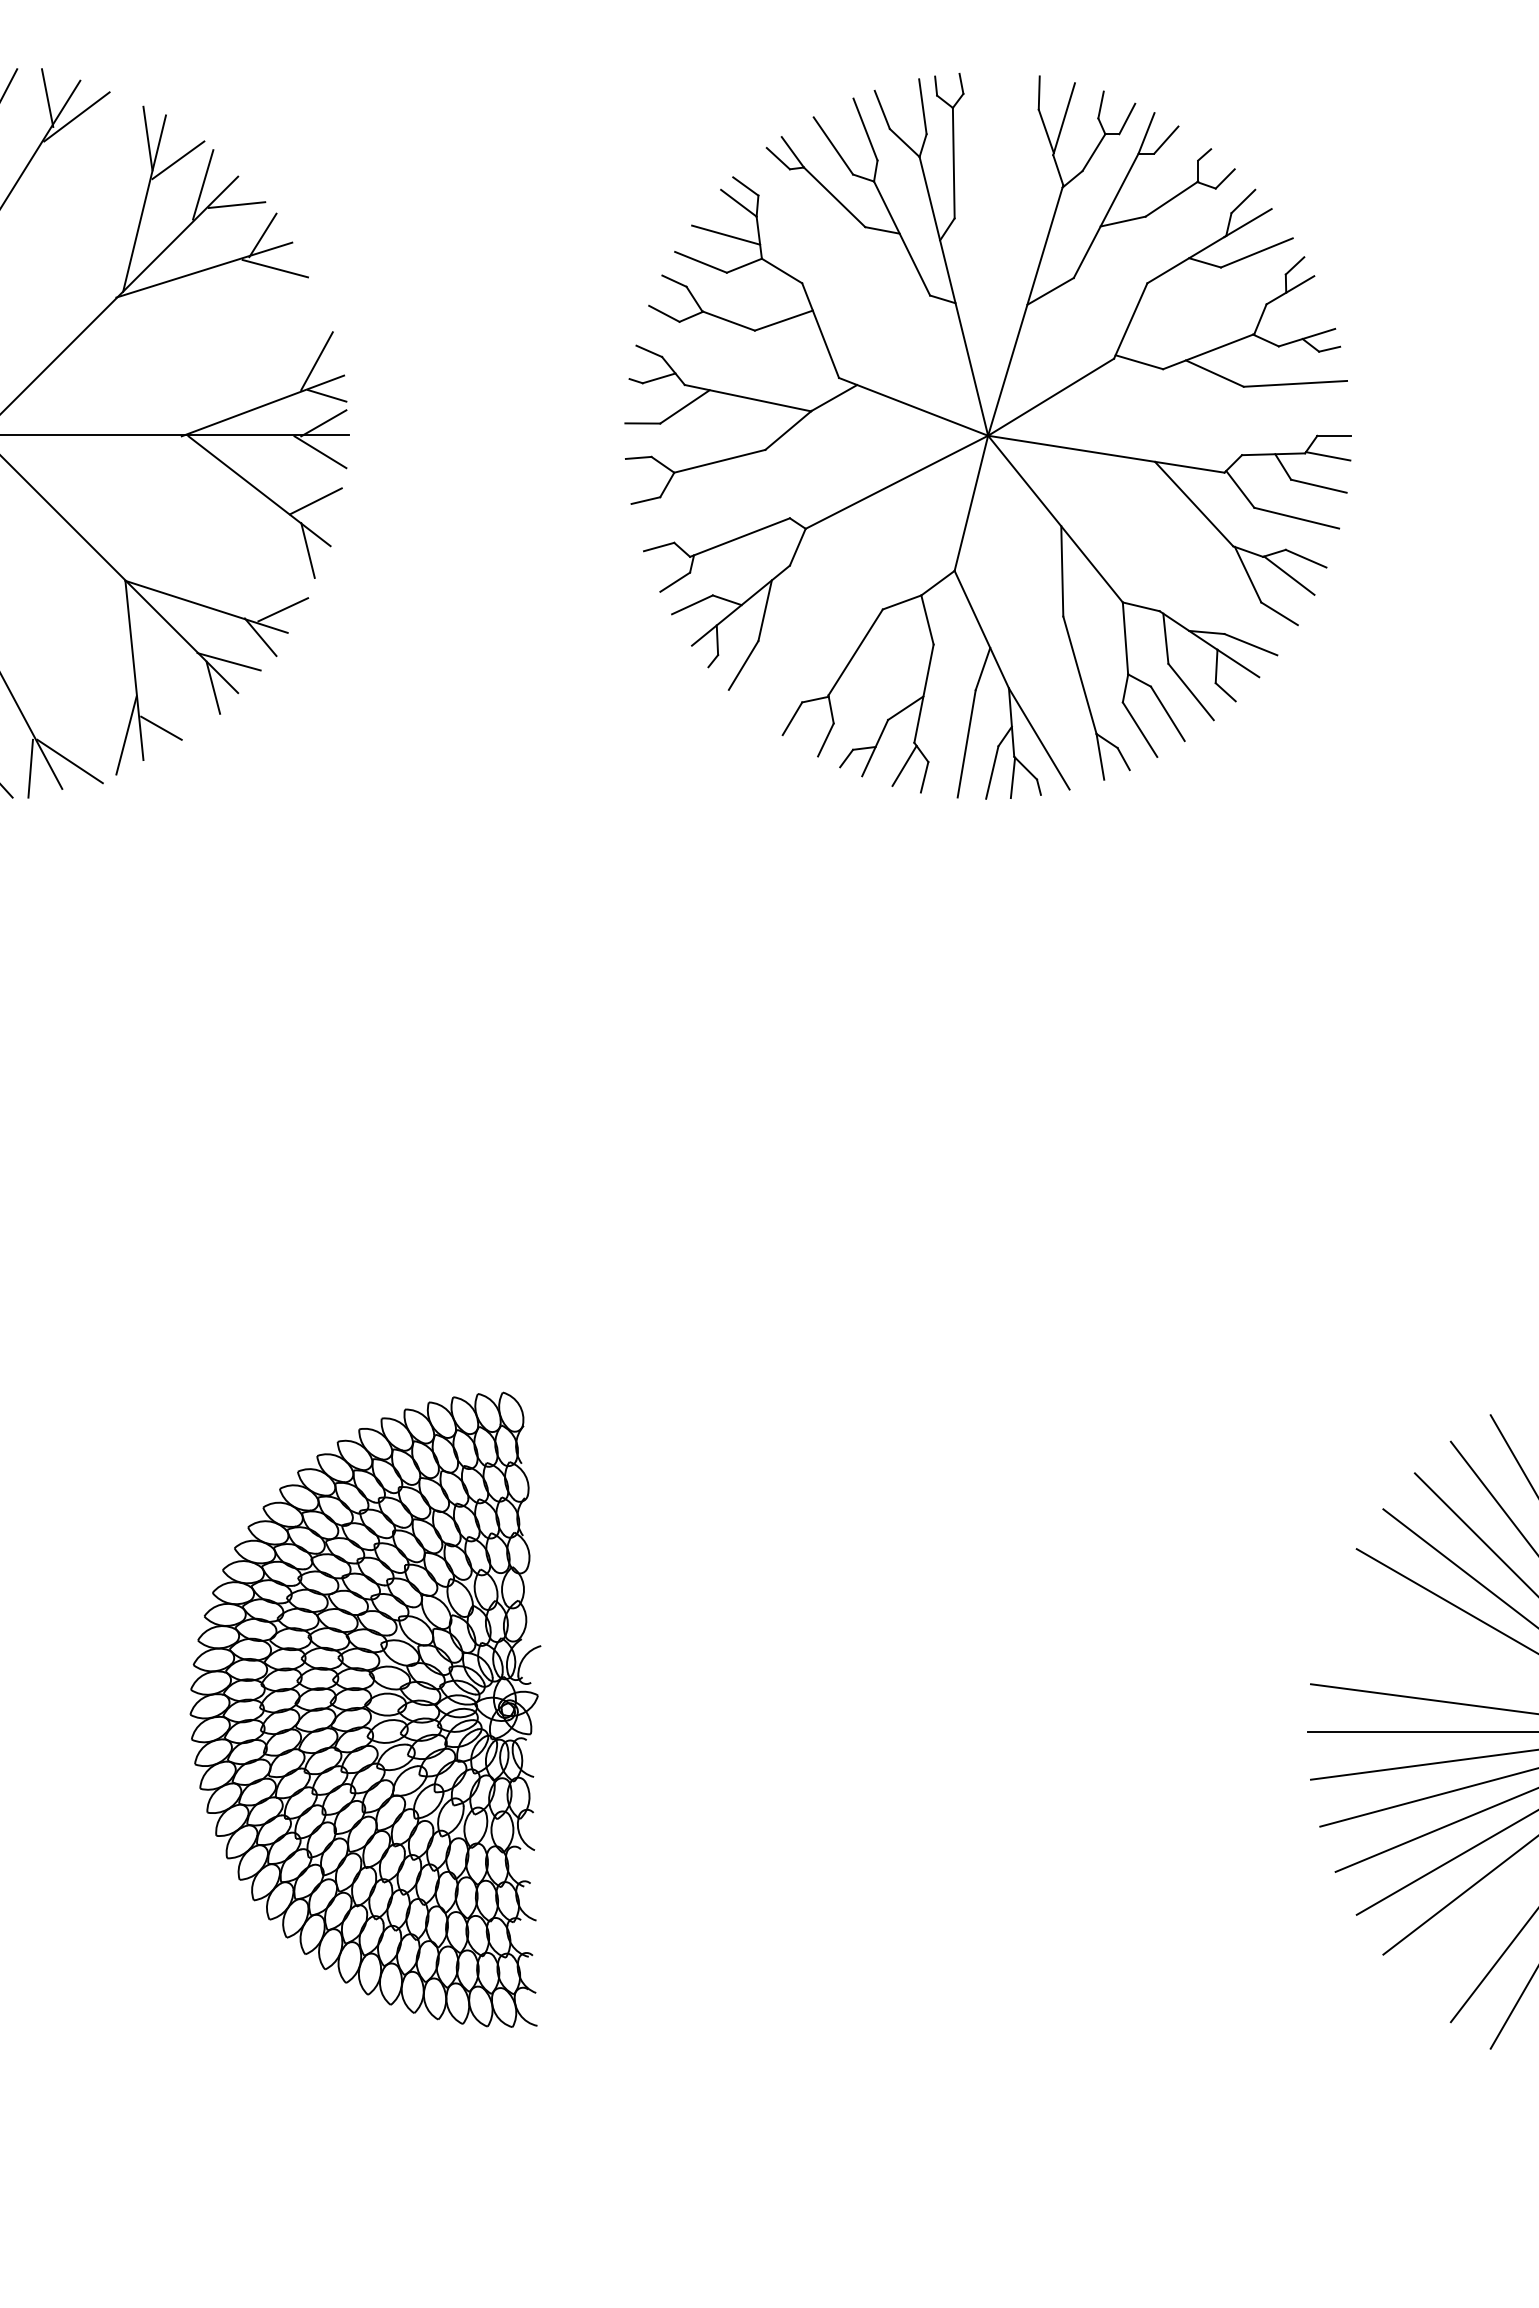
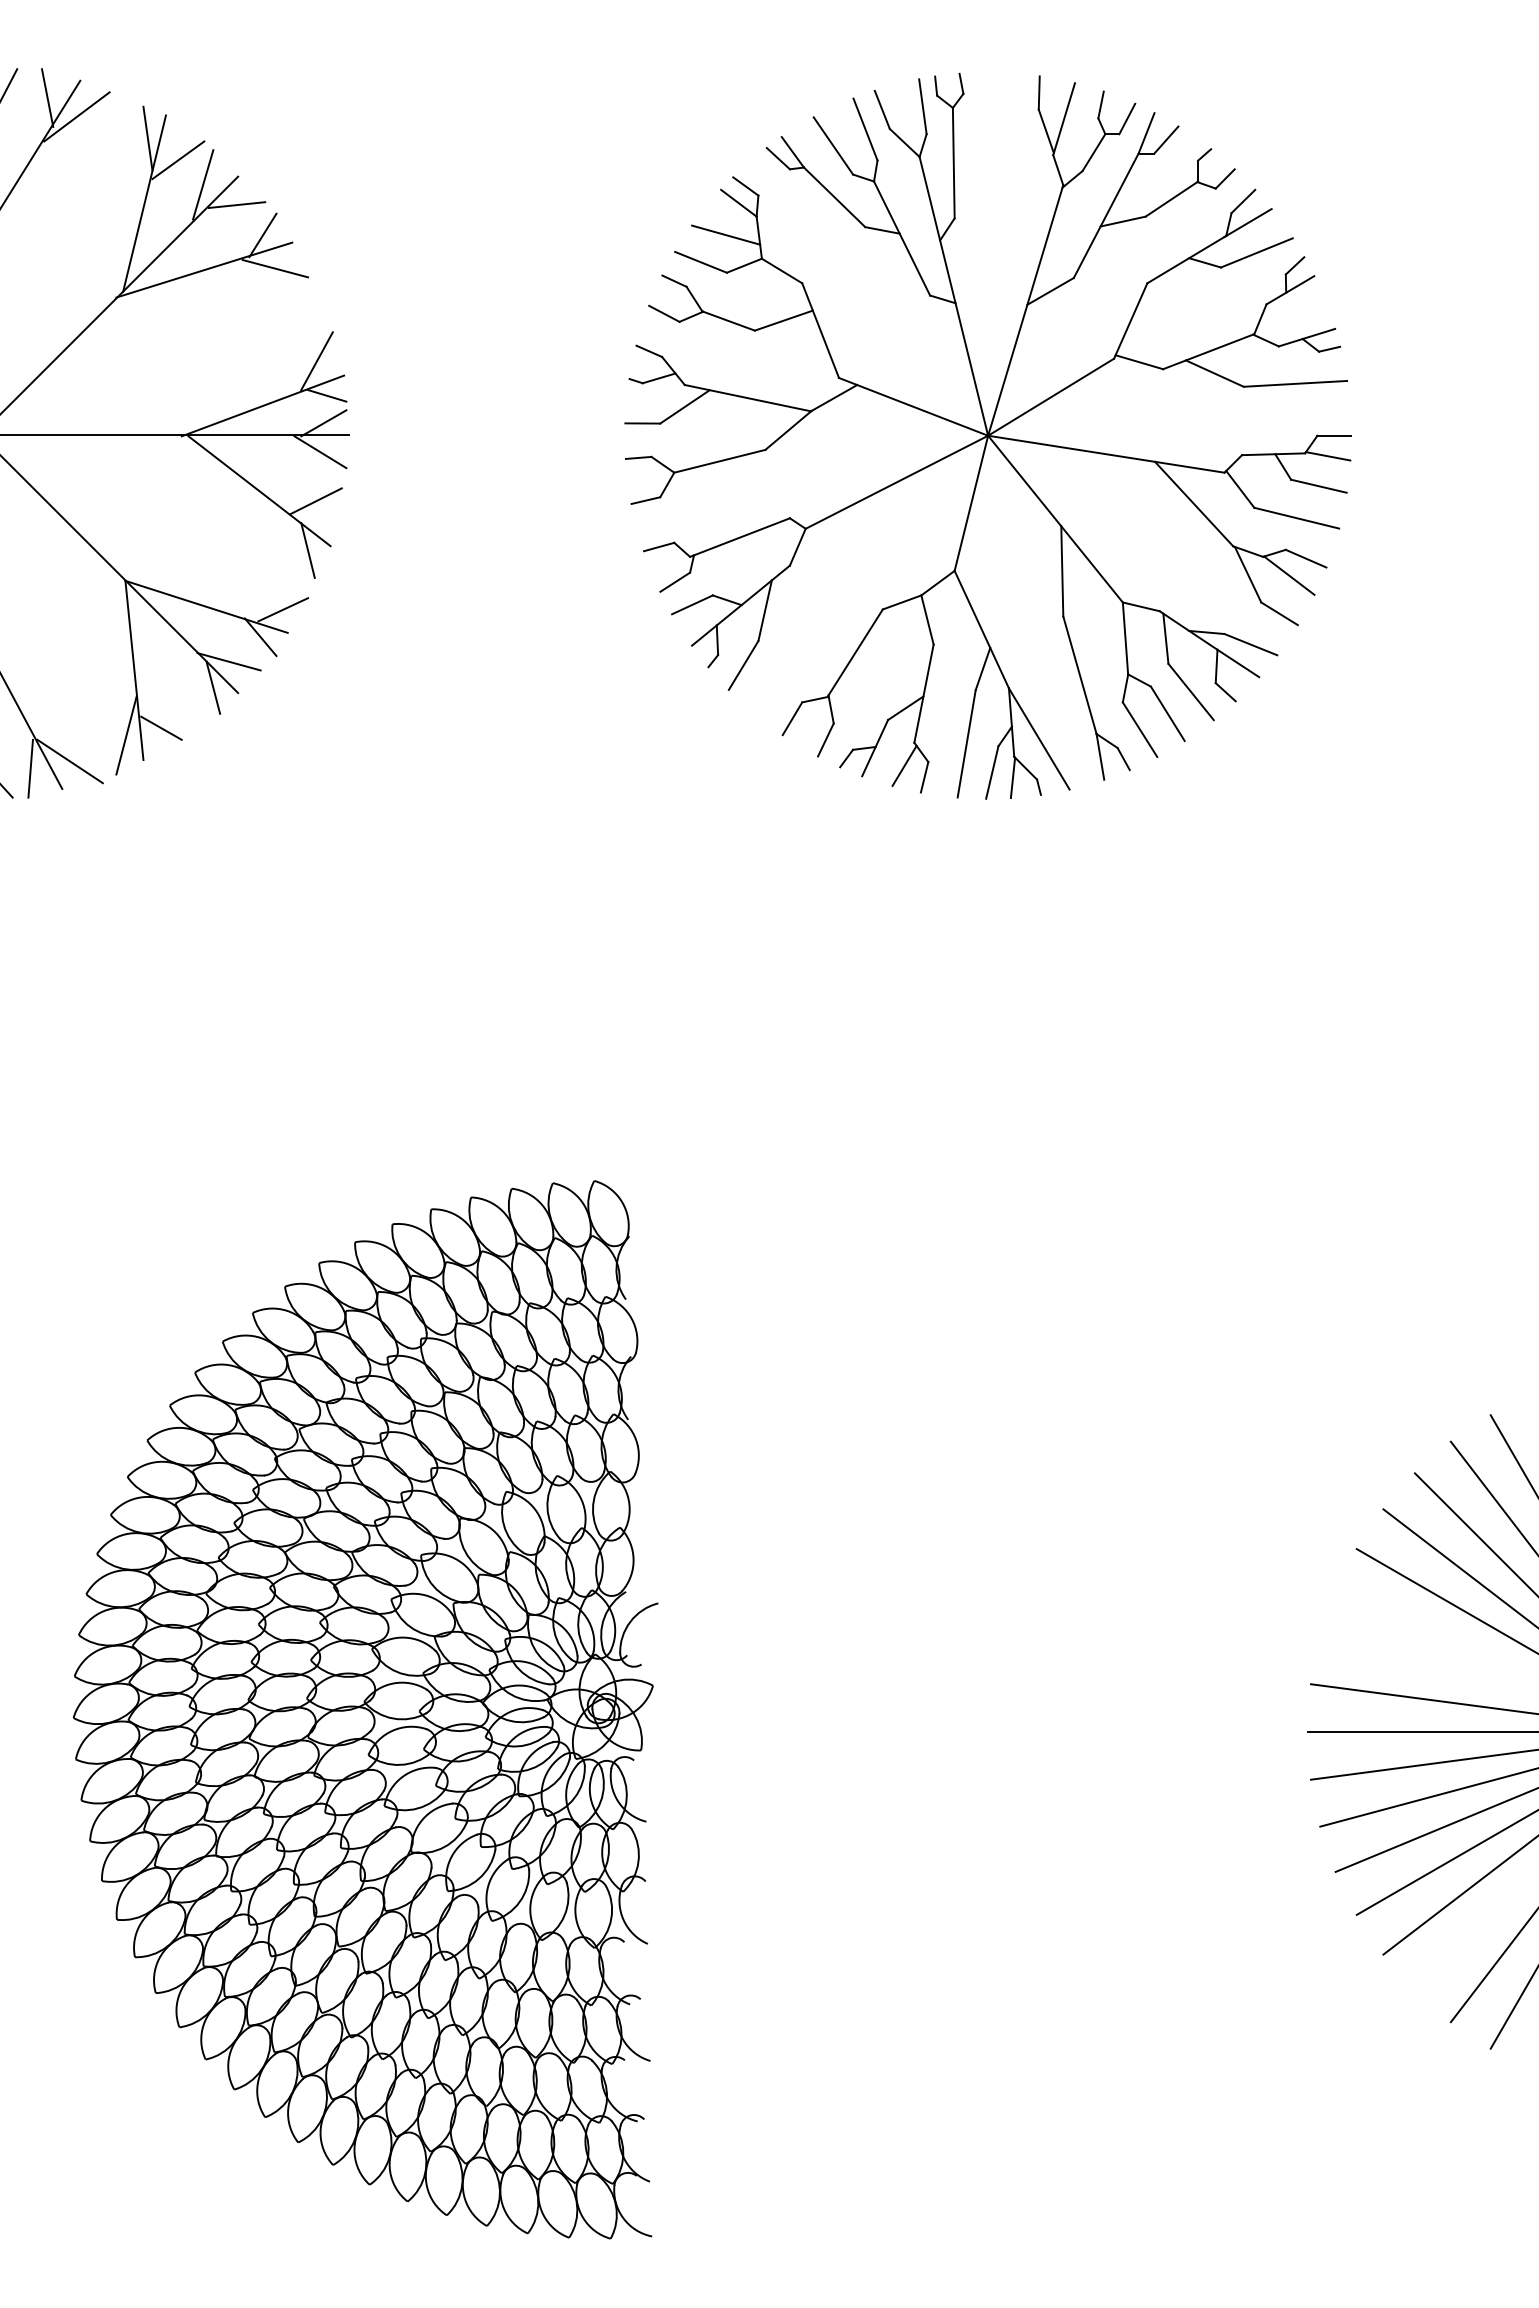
part at (365, 1709) size: 353x637 px -> 587x1060 px
